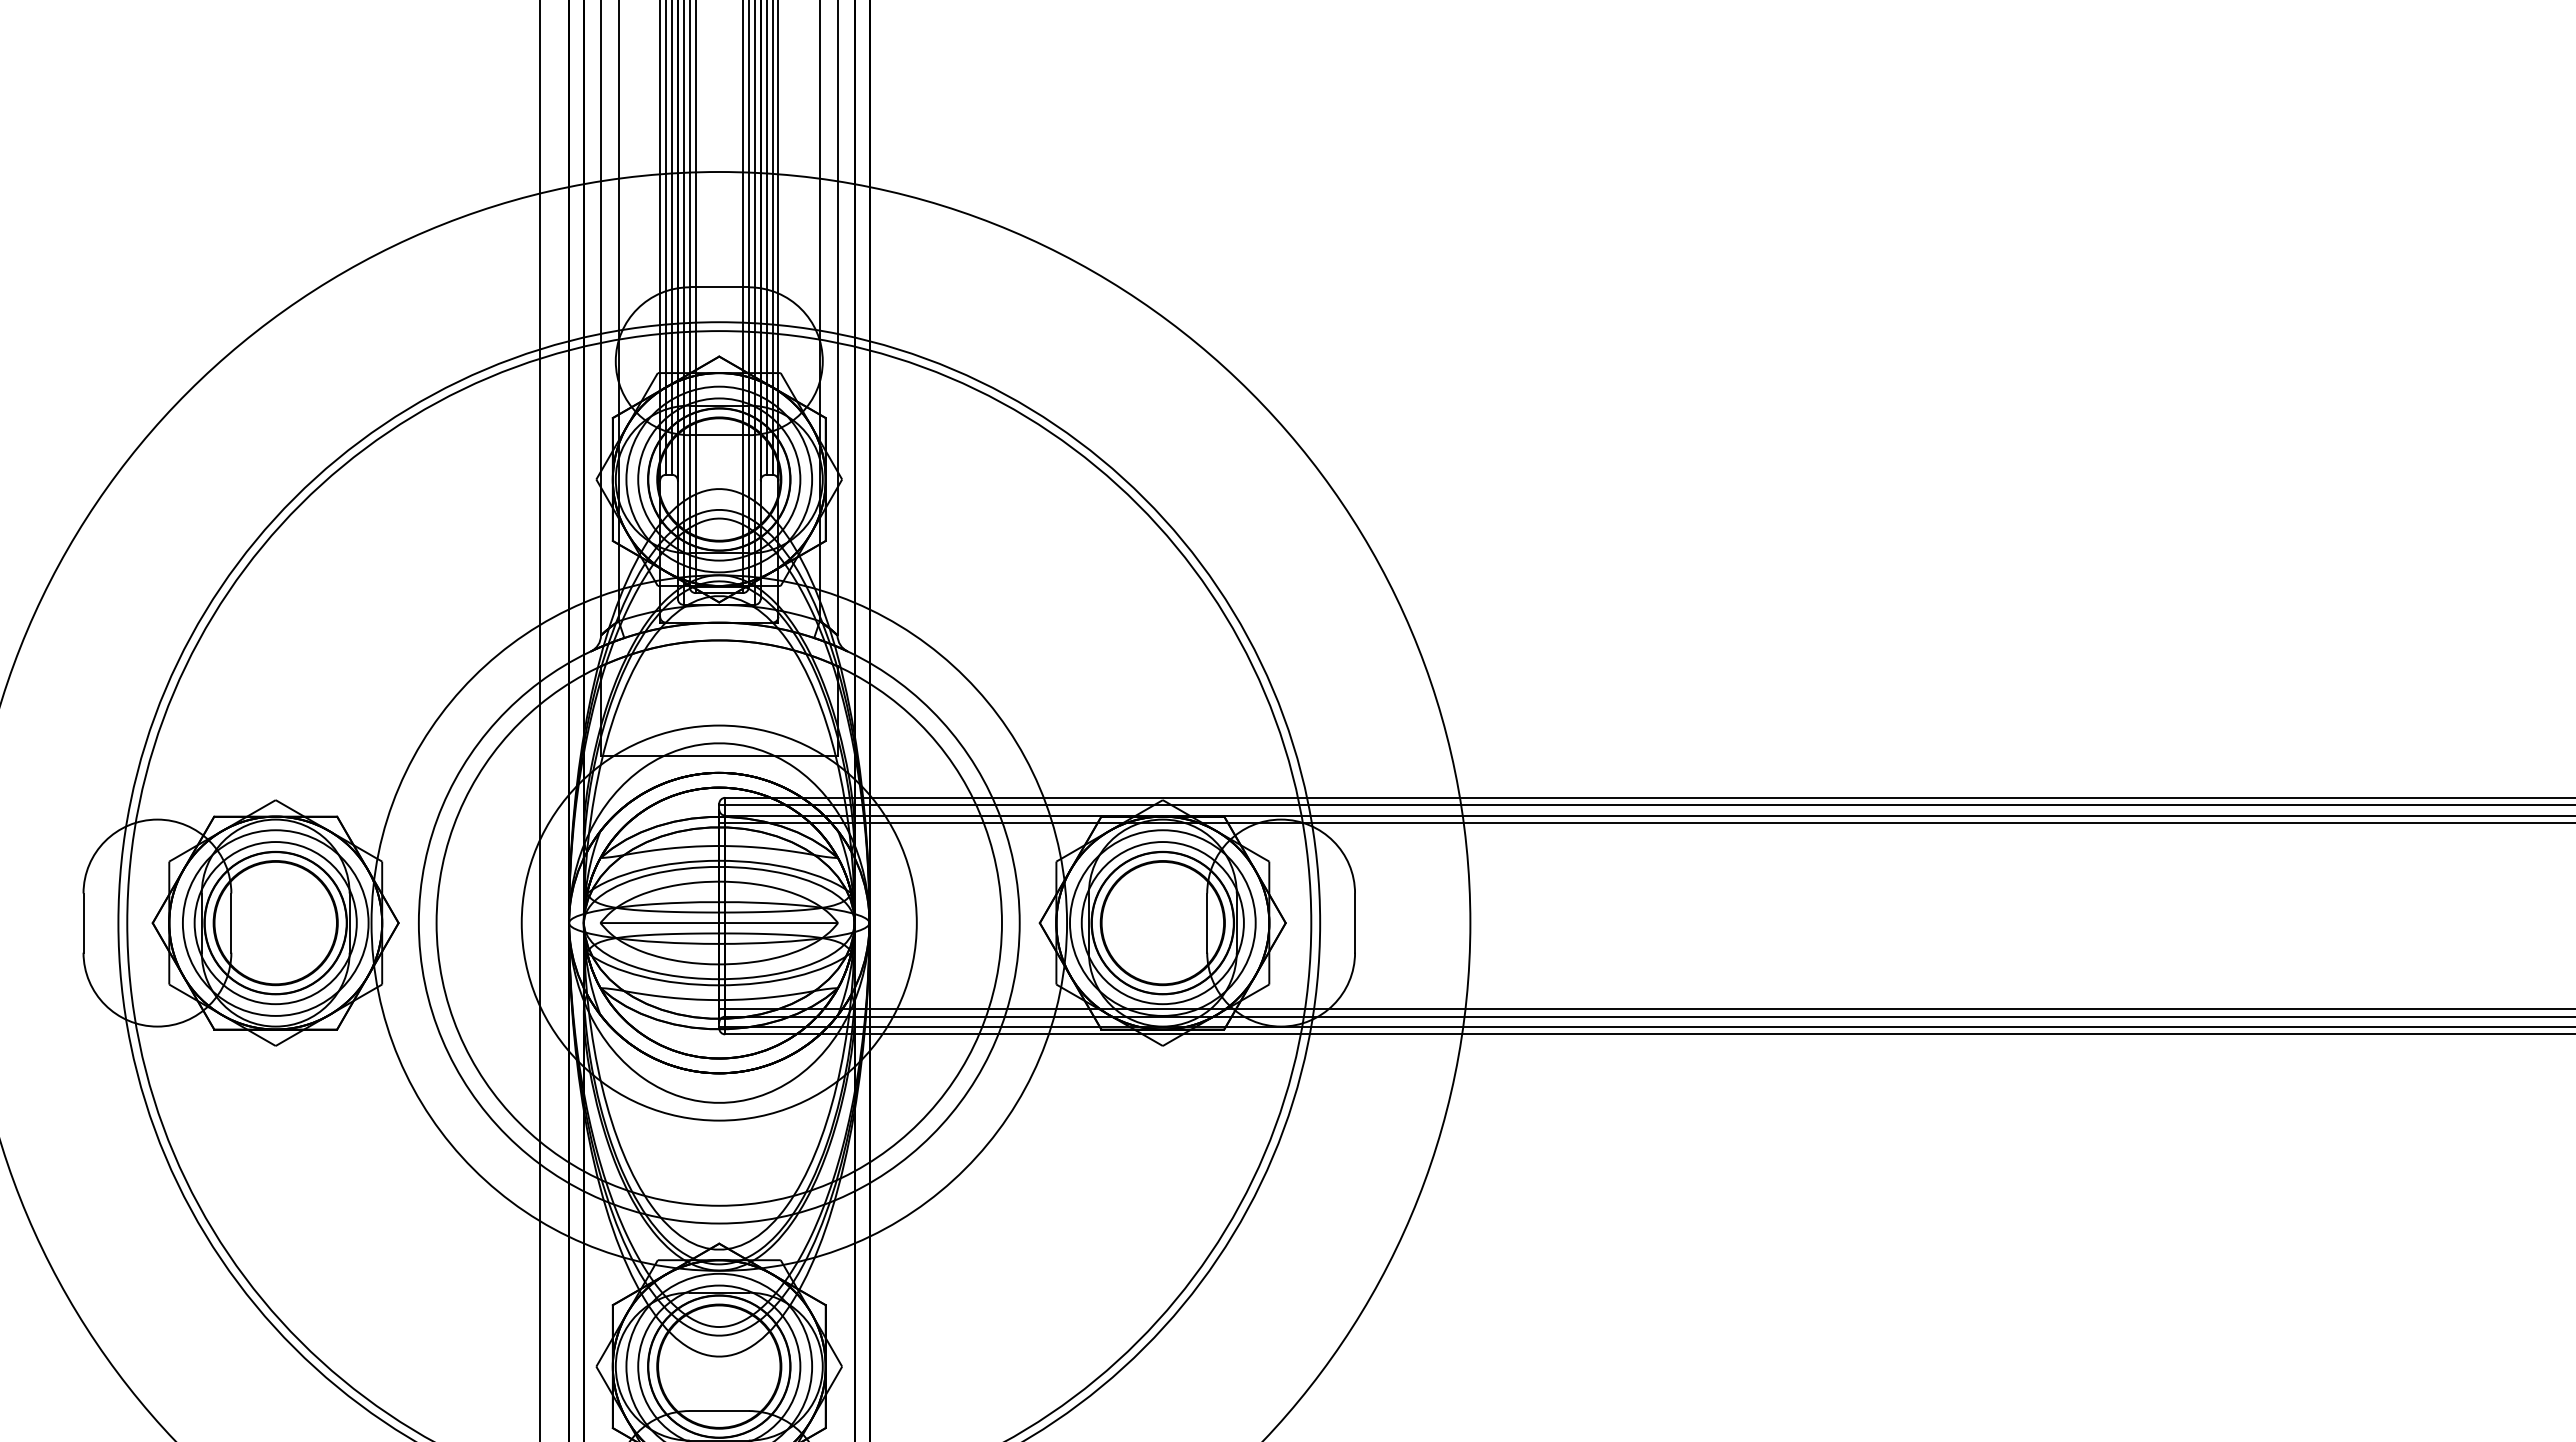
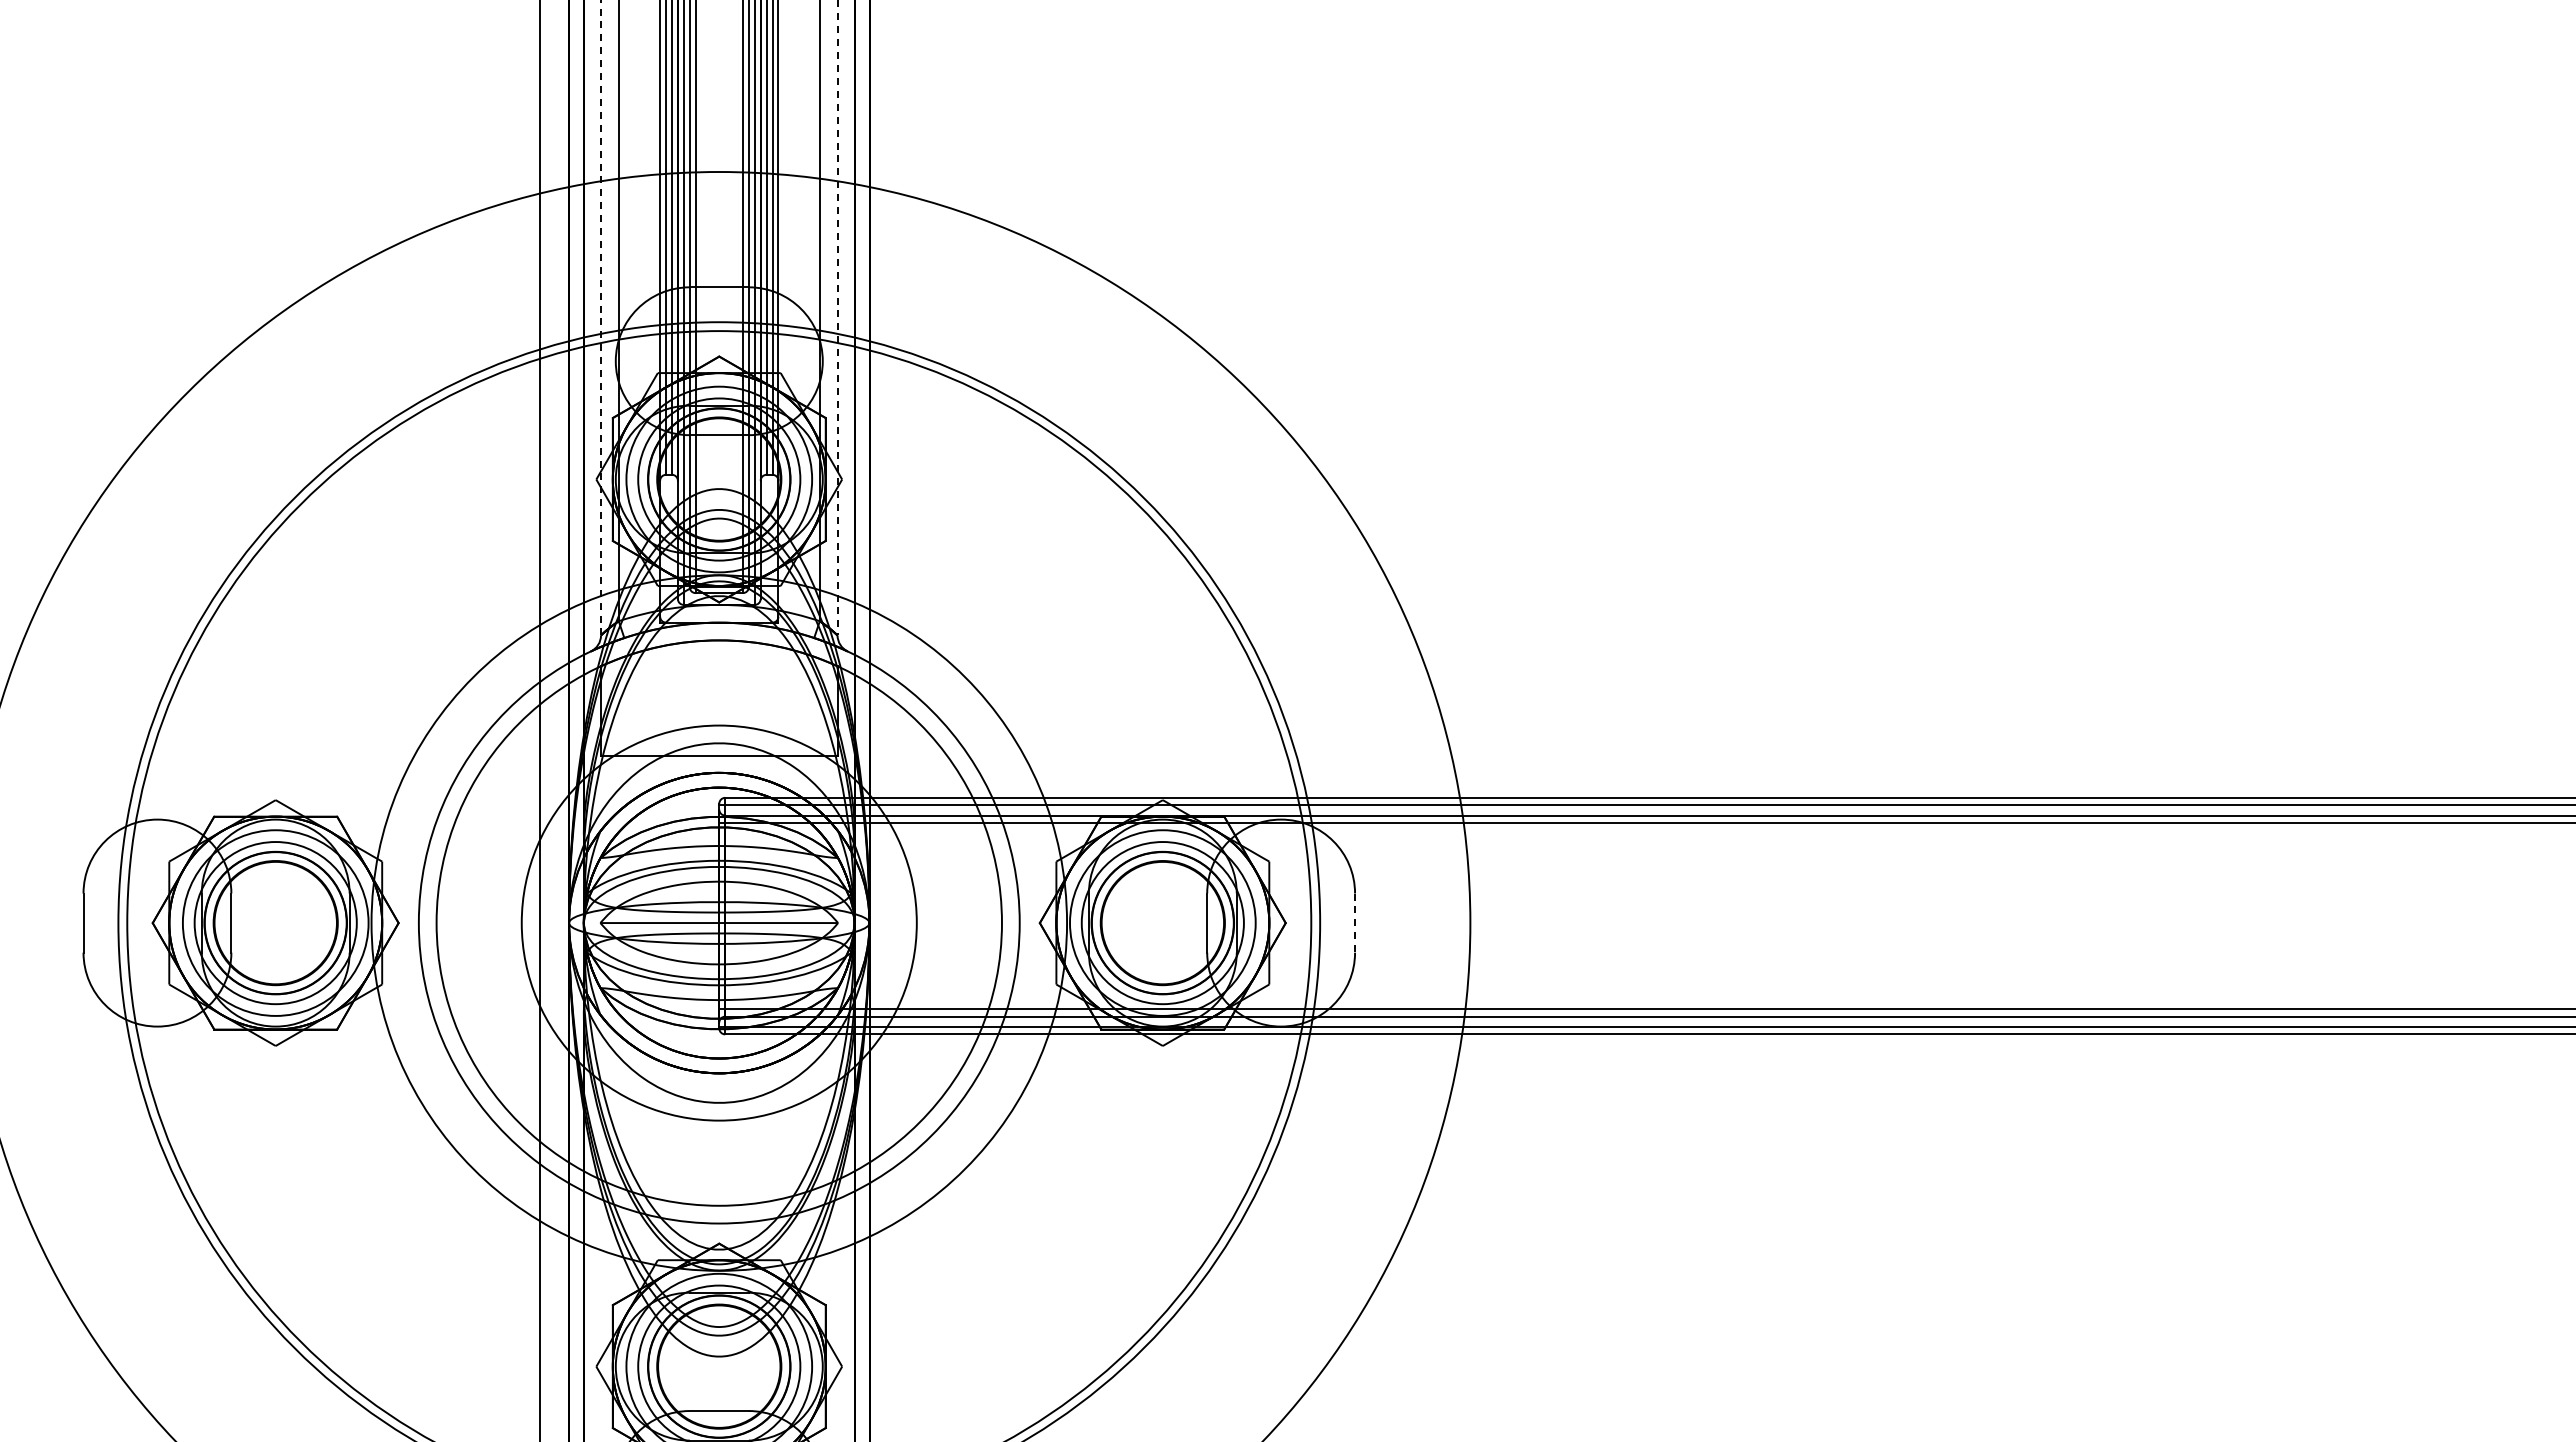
line at (601, 317): solid -> dashed
line at (837, 318): solid -> dashed
line at (1355, 923): solid -> dashed
